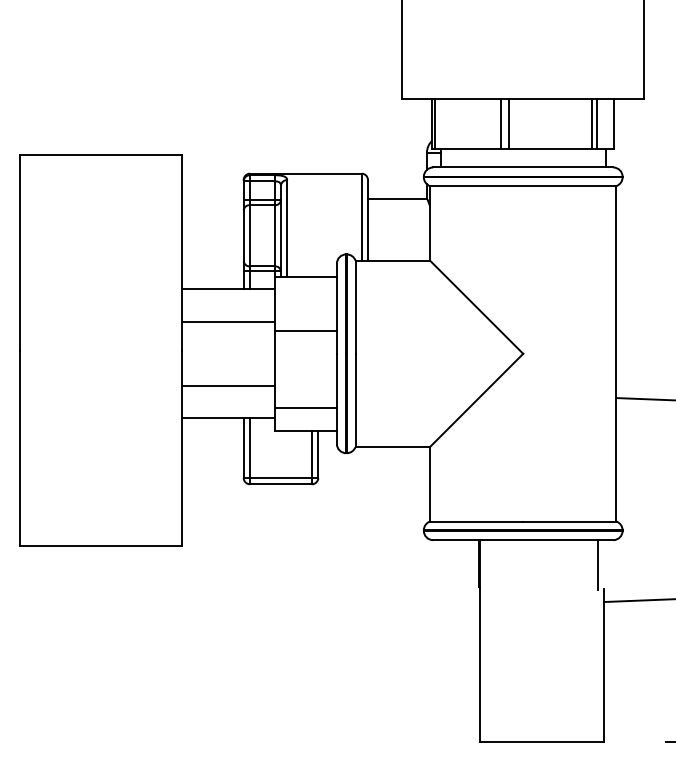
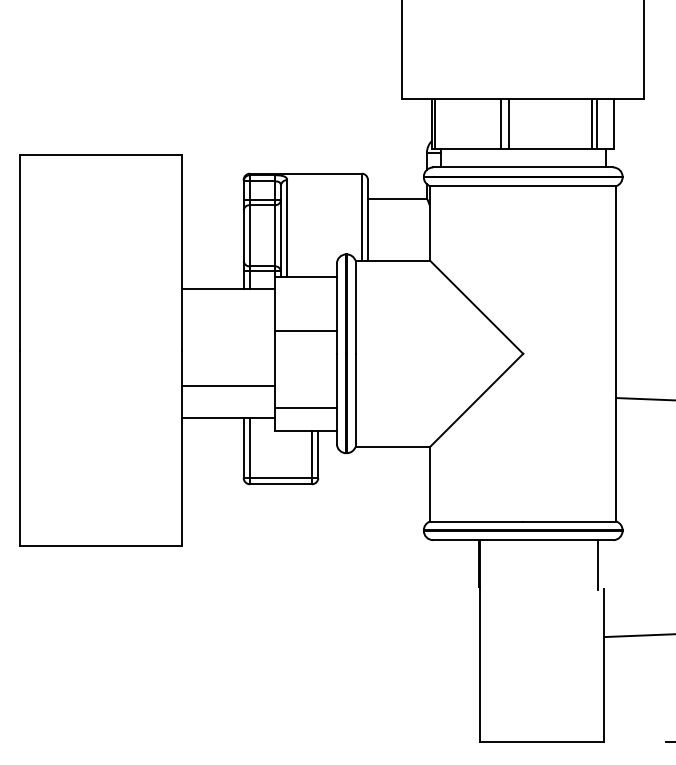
line at (227, 321): present -> none
line at (637, 600) position: (637, 600) -> (638, 635)
